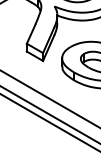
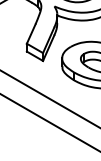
line at (49, 114): present -> none
